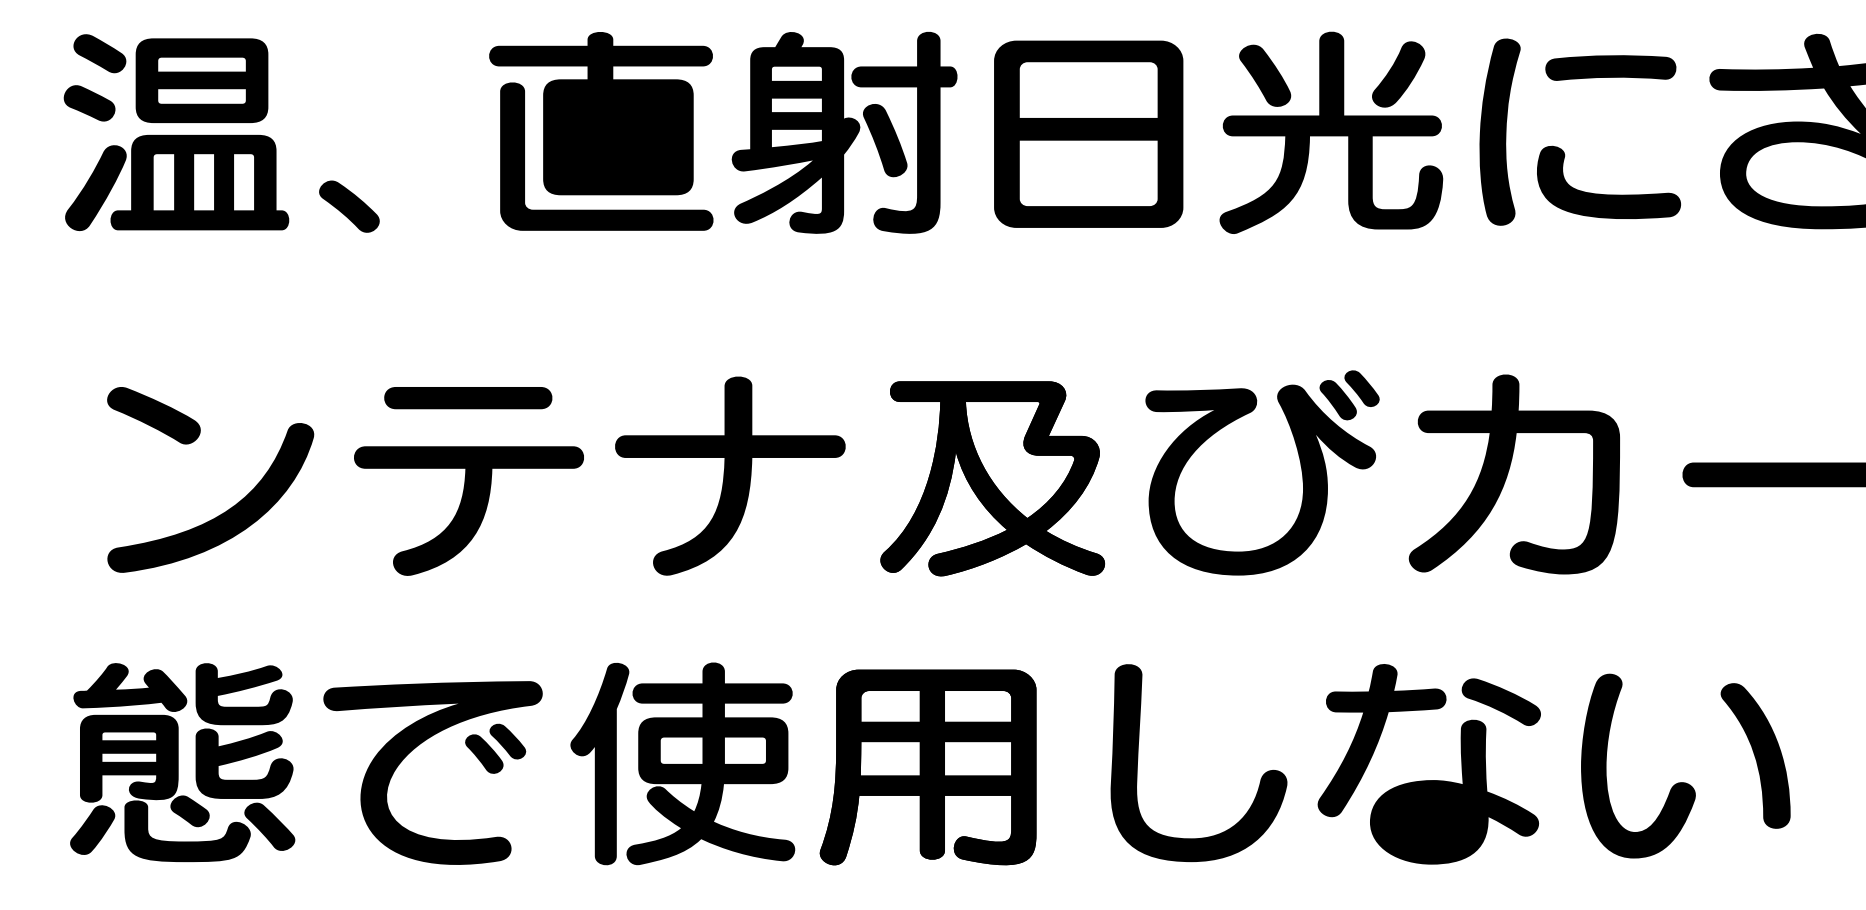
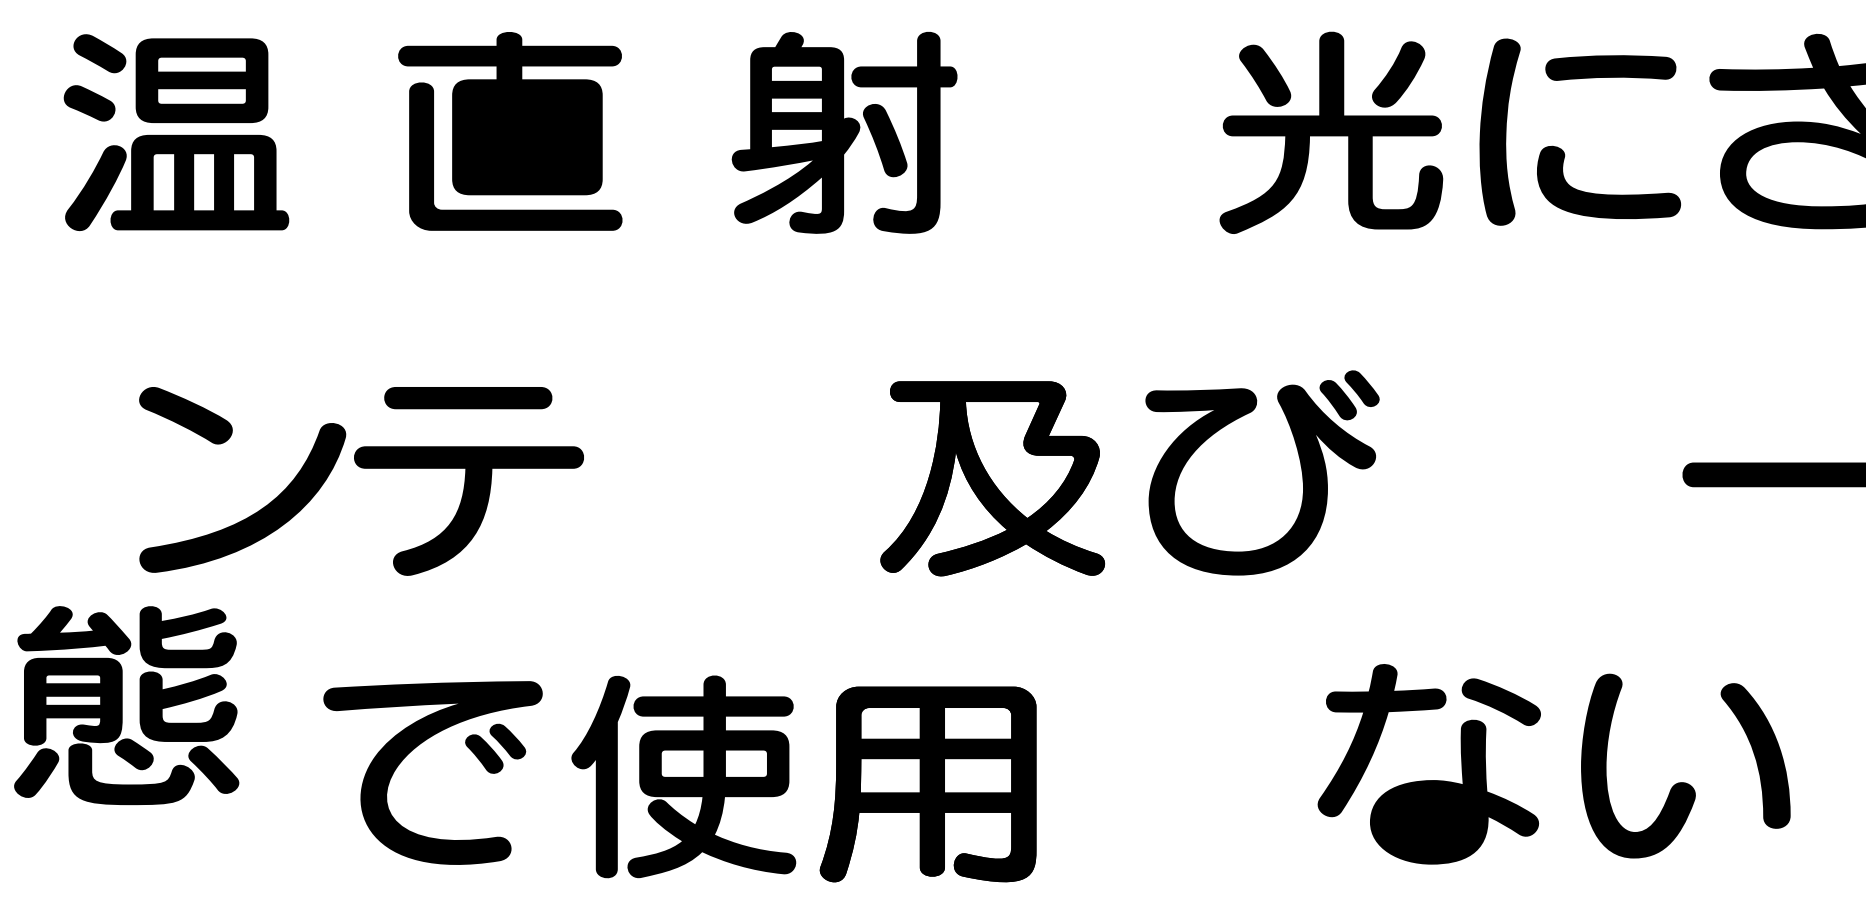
part at (601, 131) position: (601, 131) -> (510, 131)
part at (1088, 133): present -> none
fill at (349, 206): present -> none
fill at (1514, 474): present -> none
fill at (730, 475): present -> none
part at (229, 508) position: (229, 508) -> (261, 508)
part at (182, 762) position: (182, 762) -> (126, 705)
part at (682, 763) position: (682, 763) -> (683, 776)
fill at (1198, 763): present -> none
part at (927, 767) position: (927, 767) -> (927, 784)
